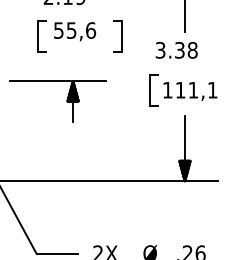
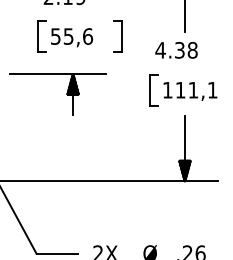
text at (75, 31) position: (75, 31) -> (72, 37)
text at (160, 49): 3.38 -> 4.38
part at (66, 101) position: (66, 101) -> (66, 94)
